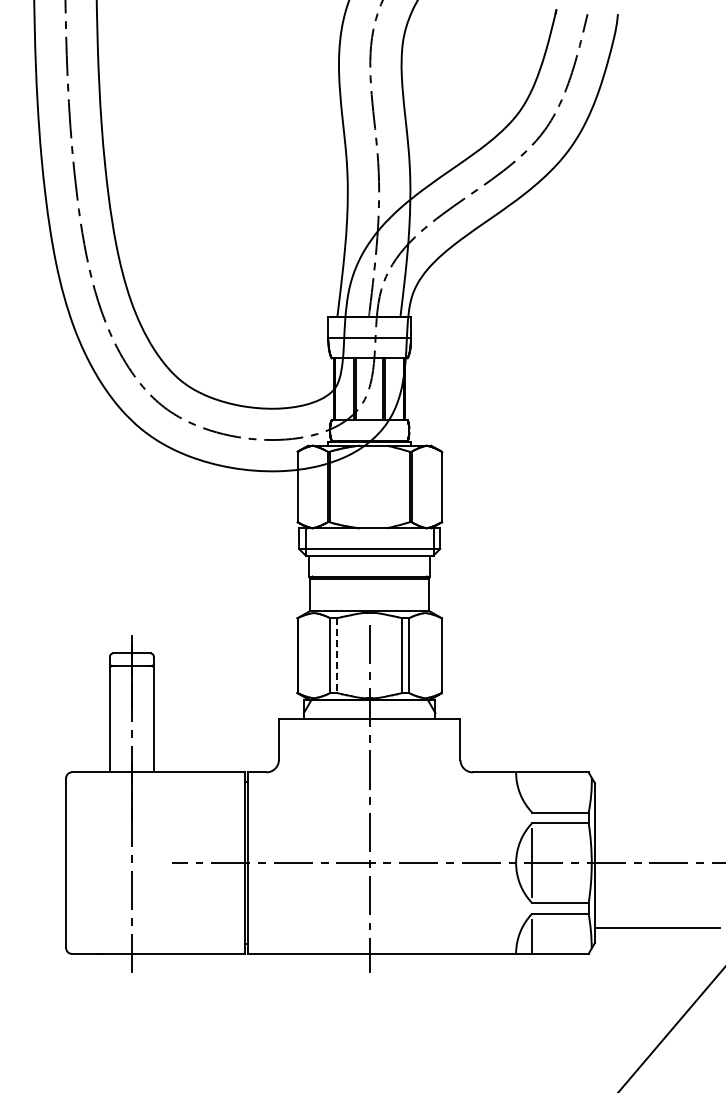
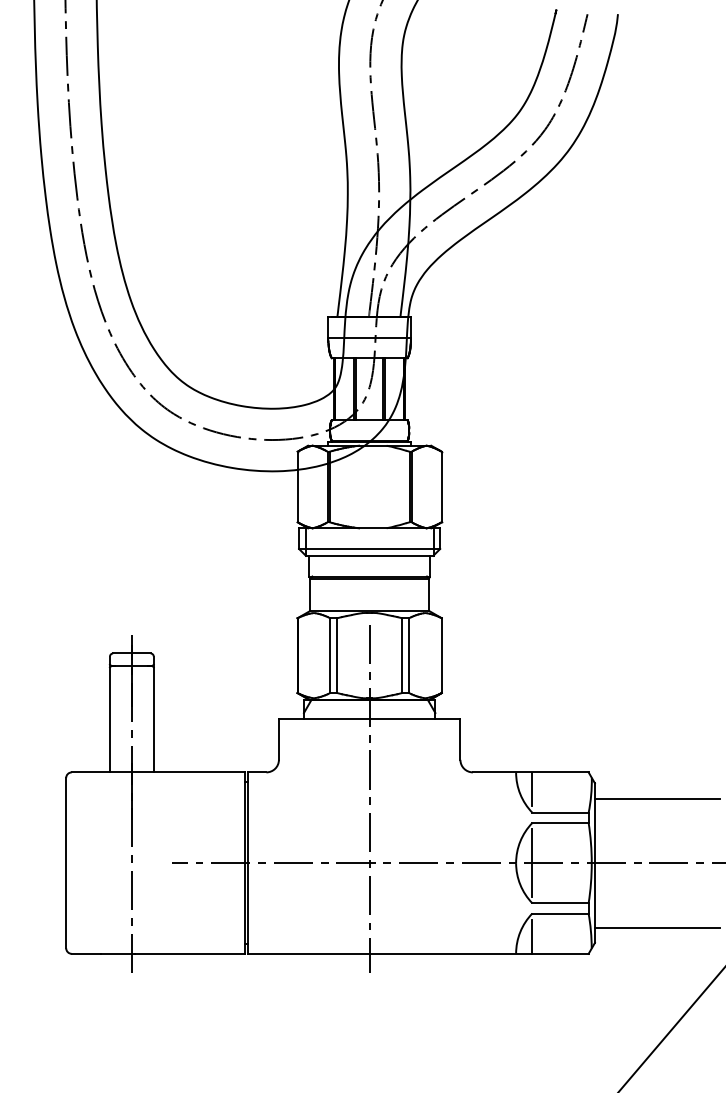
line at (337, 656): dashed -> solid
line at (532, 789): none -> present
line at (656, 798): none -> present
